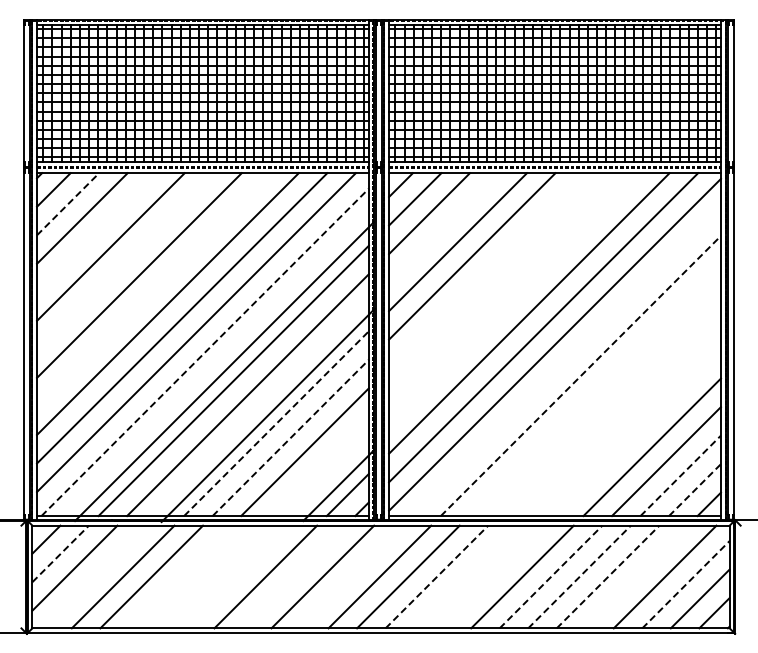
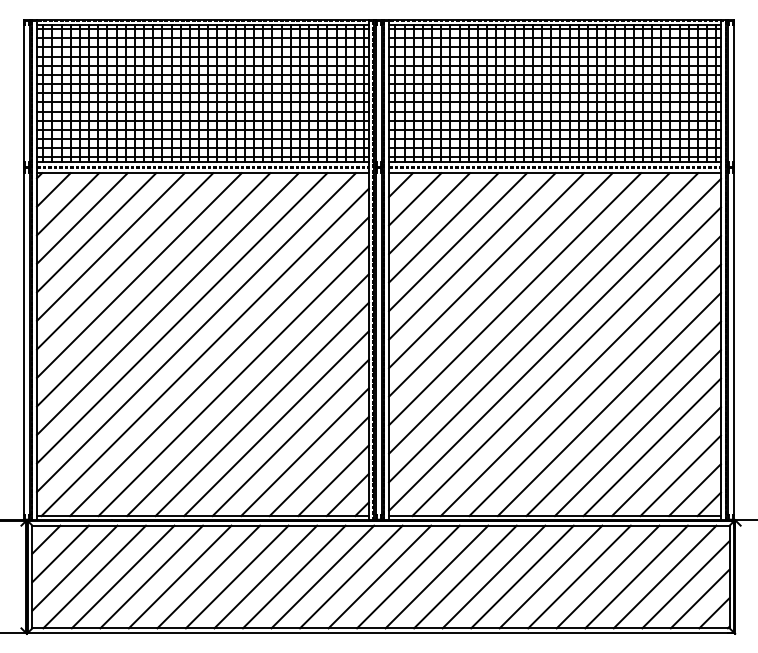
line at (68, 204): dashed -> solid
line at (443, 227): none -> present
line at (96, 232): none -> present
line at (125, 261): none -> present
line at (486, 270): none -> present
line at (500, 284): none -> present
line at (153, 289): none -> present
line at (515, 299): none -> present
line at (205, 352): dashed -> solid
line at (566, 361): none -> present
line at (224, 371) position: (224, 371) -> (219, 366)
line at (581, 375): dashed -> solid
line at (594, 390): none -> present
line at (608, 404): none -> present
line at (267, 415) position: (267, 415) -> (261, 409)
line at (623, 418): none -> present
line at (276, 423): dashed -> solid
line at (637, 433): none -> present
line at (291, 437): dashed -> solid
line at (318, 466): none -> present
line at (680, 475): dashed -> solid
line at (338, 485) position: (338, 485) -> (333, 480)
line at (695, 490): dashed -> solid
line at (60, 553): dashed -> solid
line at (94, 576): none -> present
line at (179, 576): none -> present
line at (208, 576): none -> present
line at (236, 576): none -> present
line at (293, 576): none -> present
line at (351, 576): none -> present
line at (465, 576): none -> present
line at (493, 576): none -> present
line at (636, 576): none -> present
line at (436, 577): dashed -> solid
line at (551, 577): dashed -> solid
line at (579, 577): dashed -> solid
line at (608, 577): dashed -> solid
line at (685, 584): dashed -> solid
